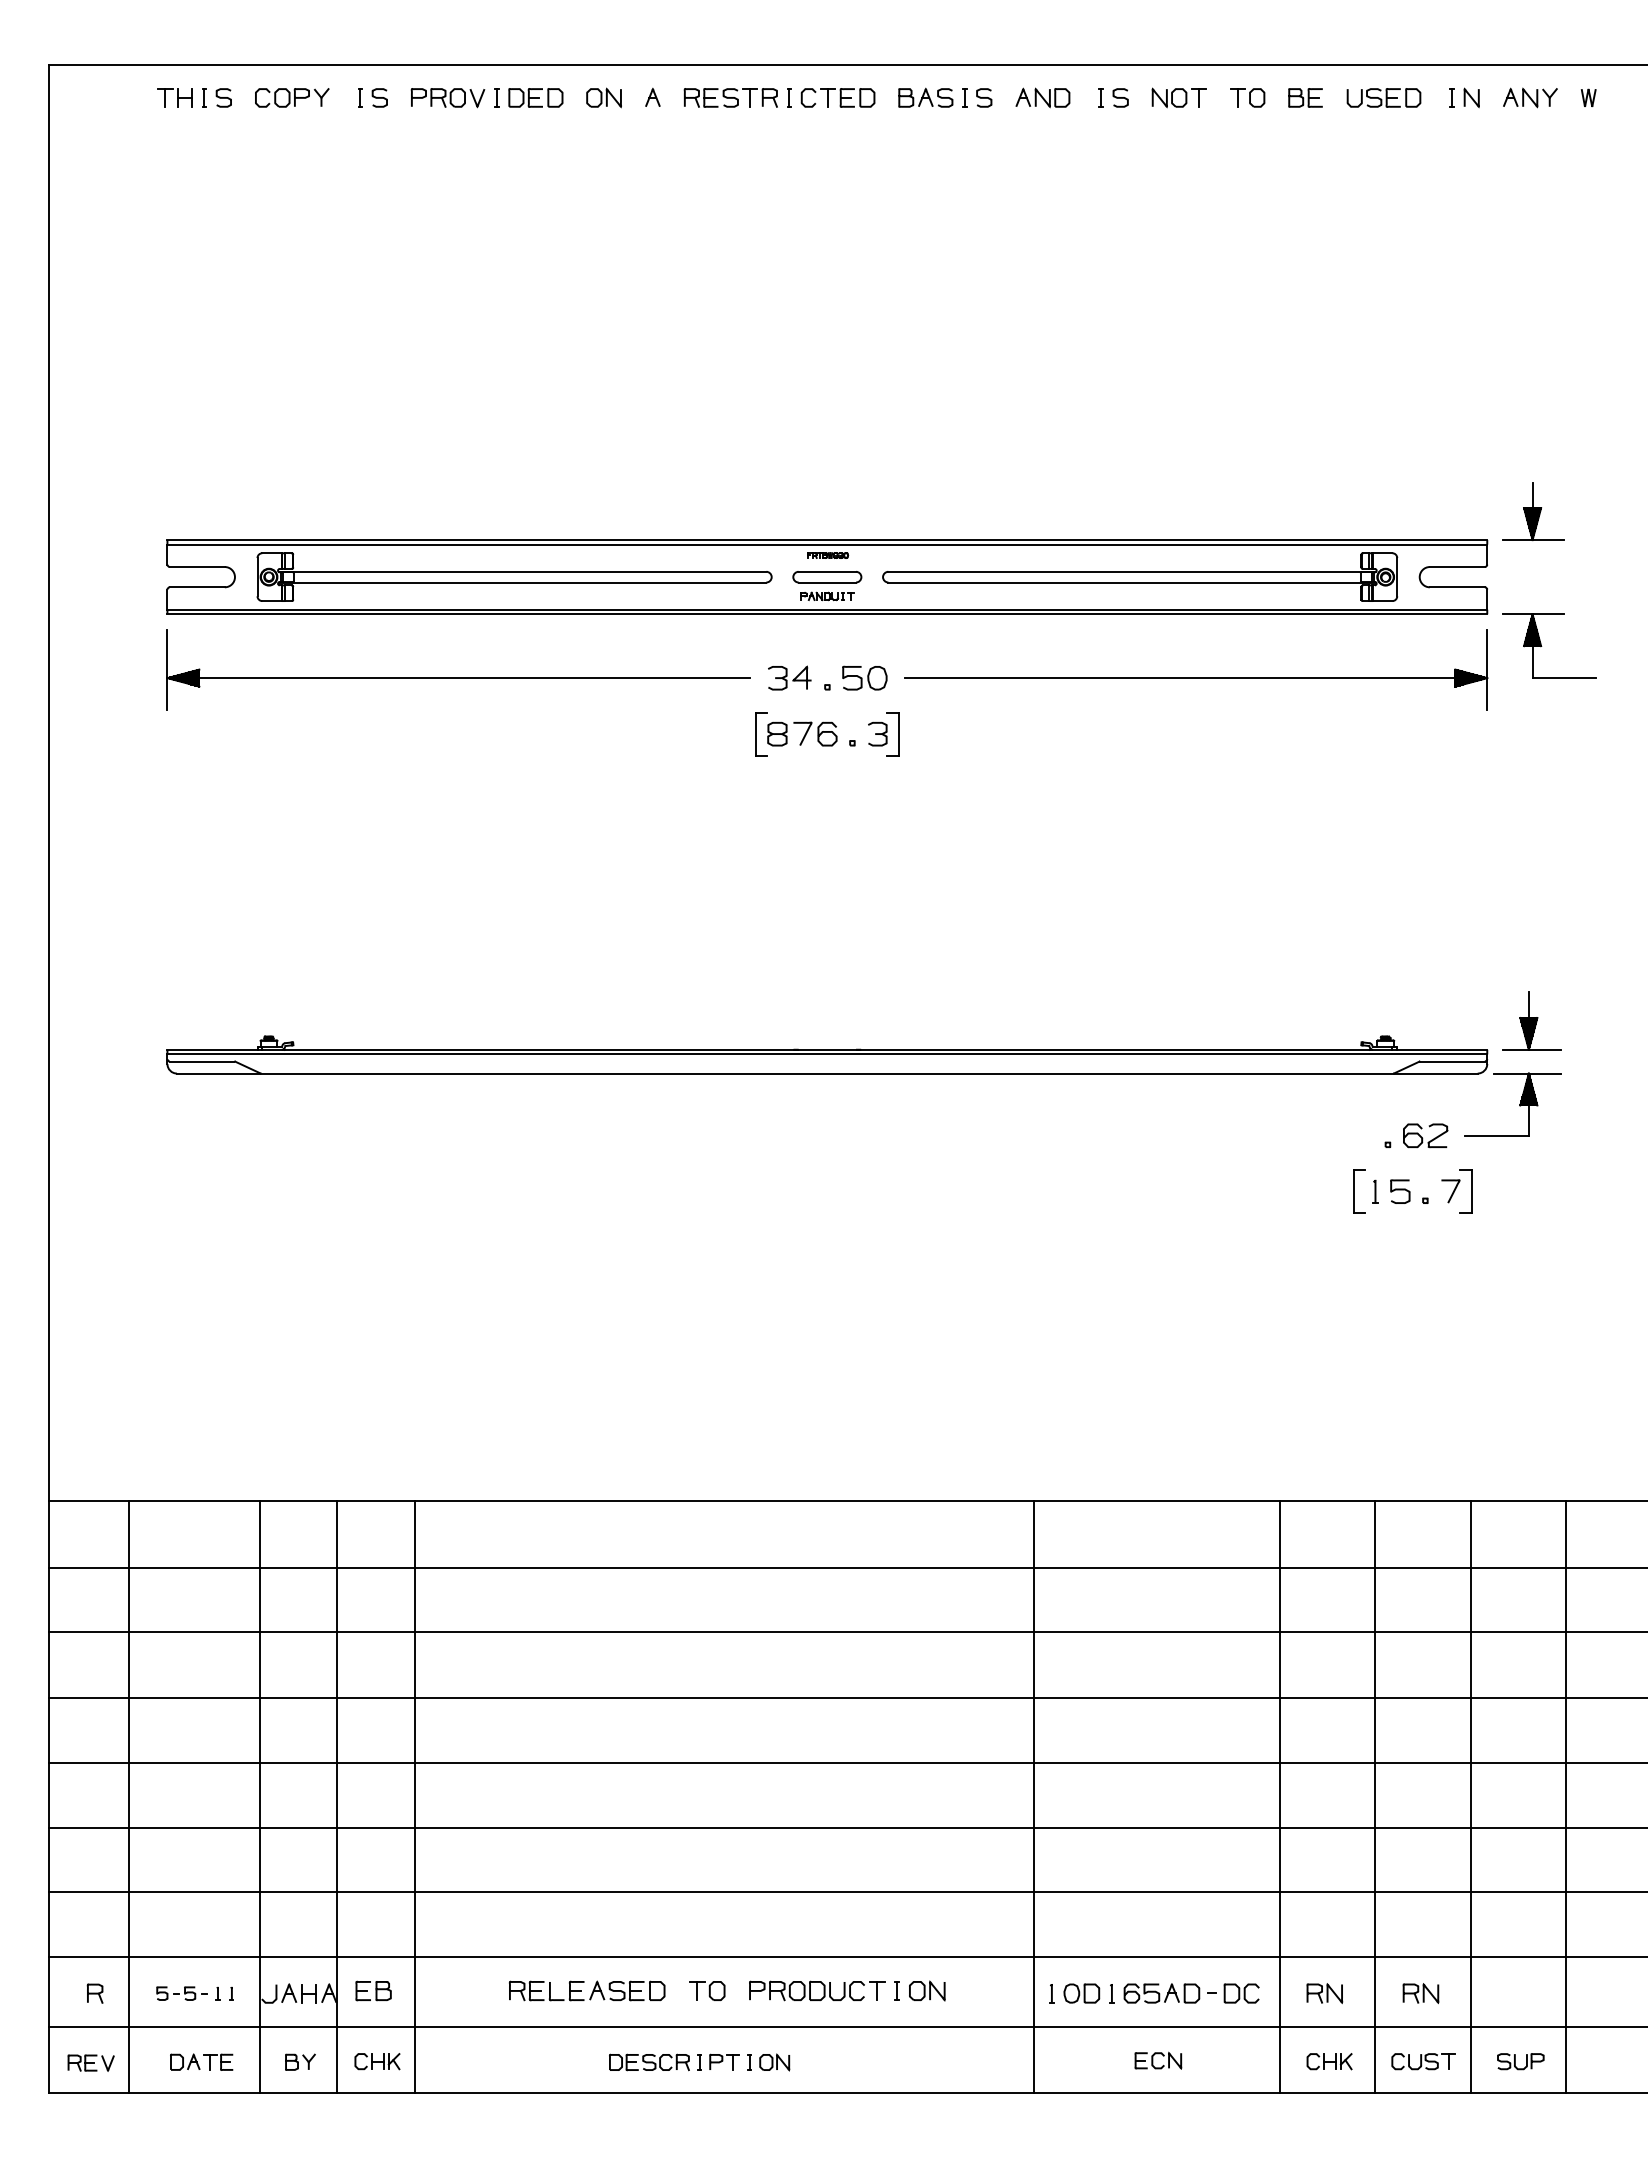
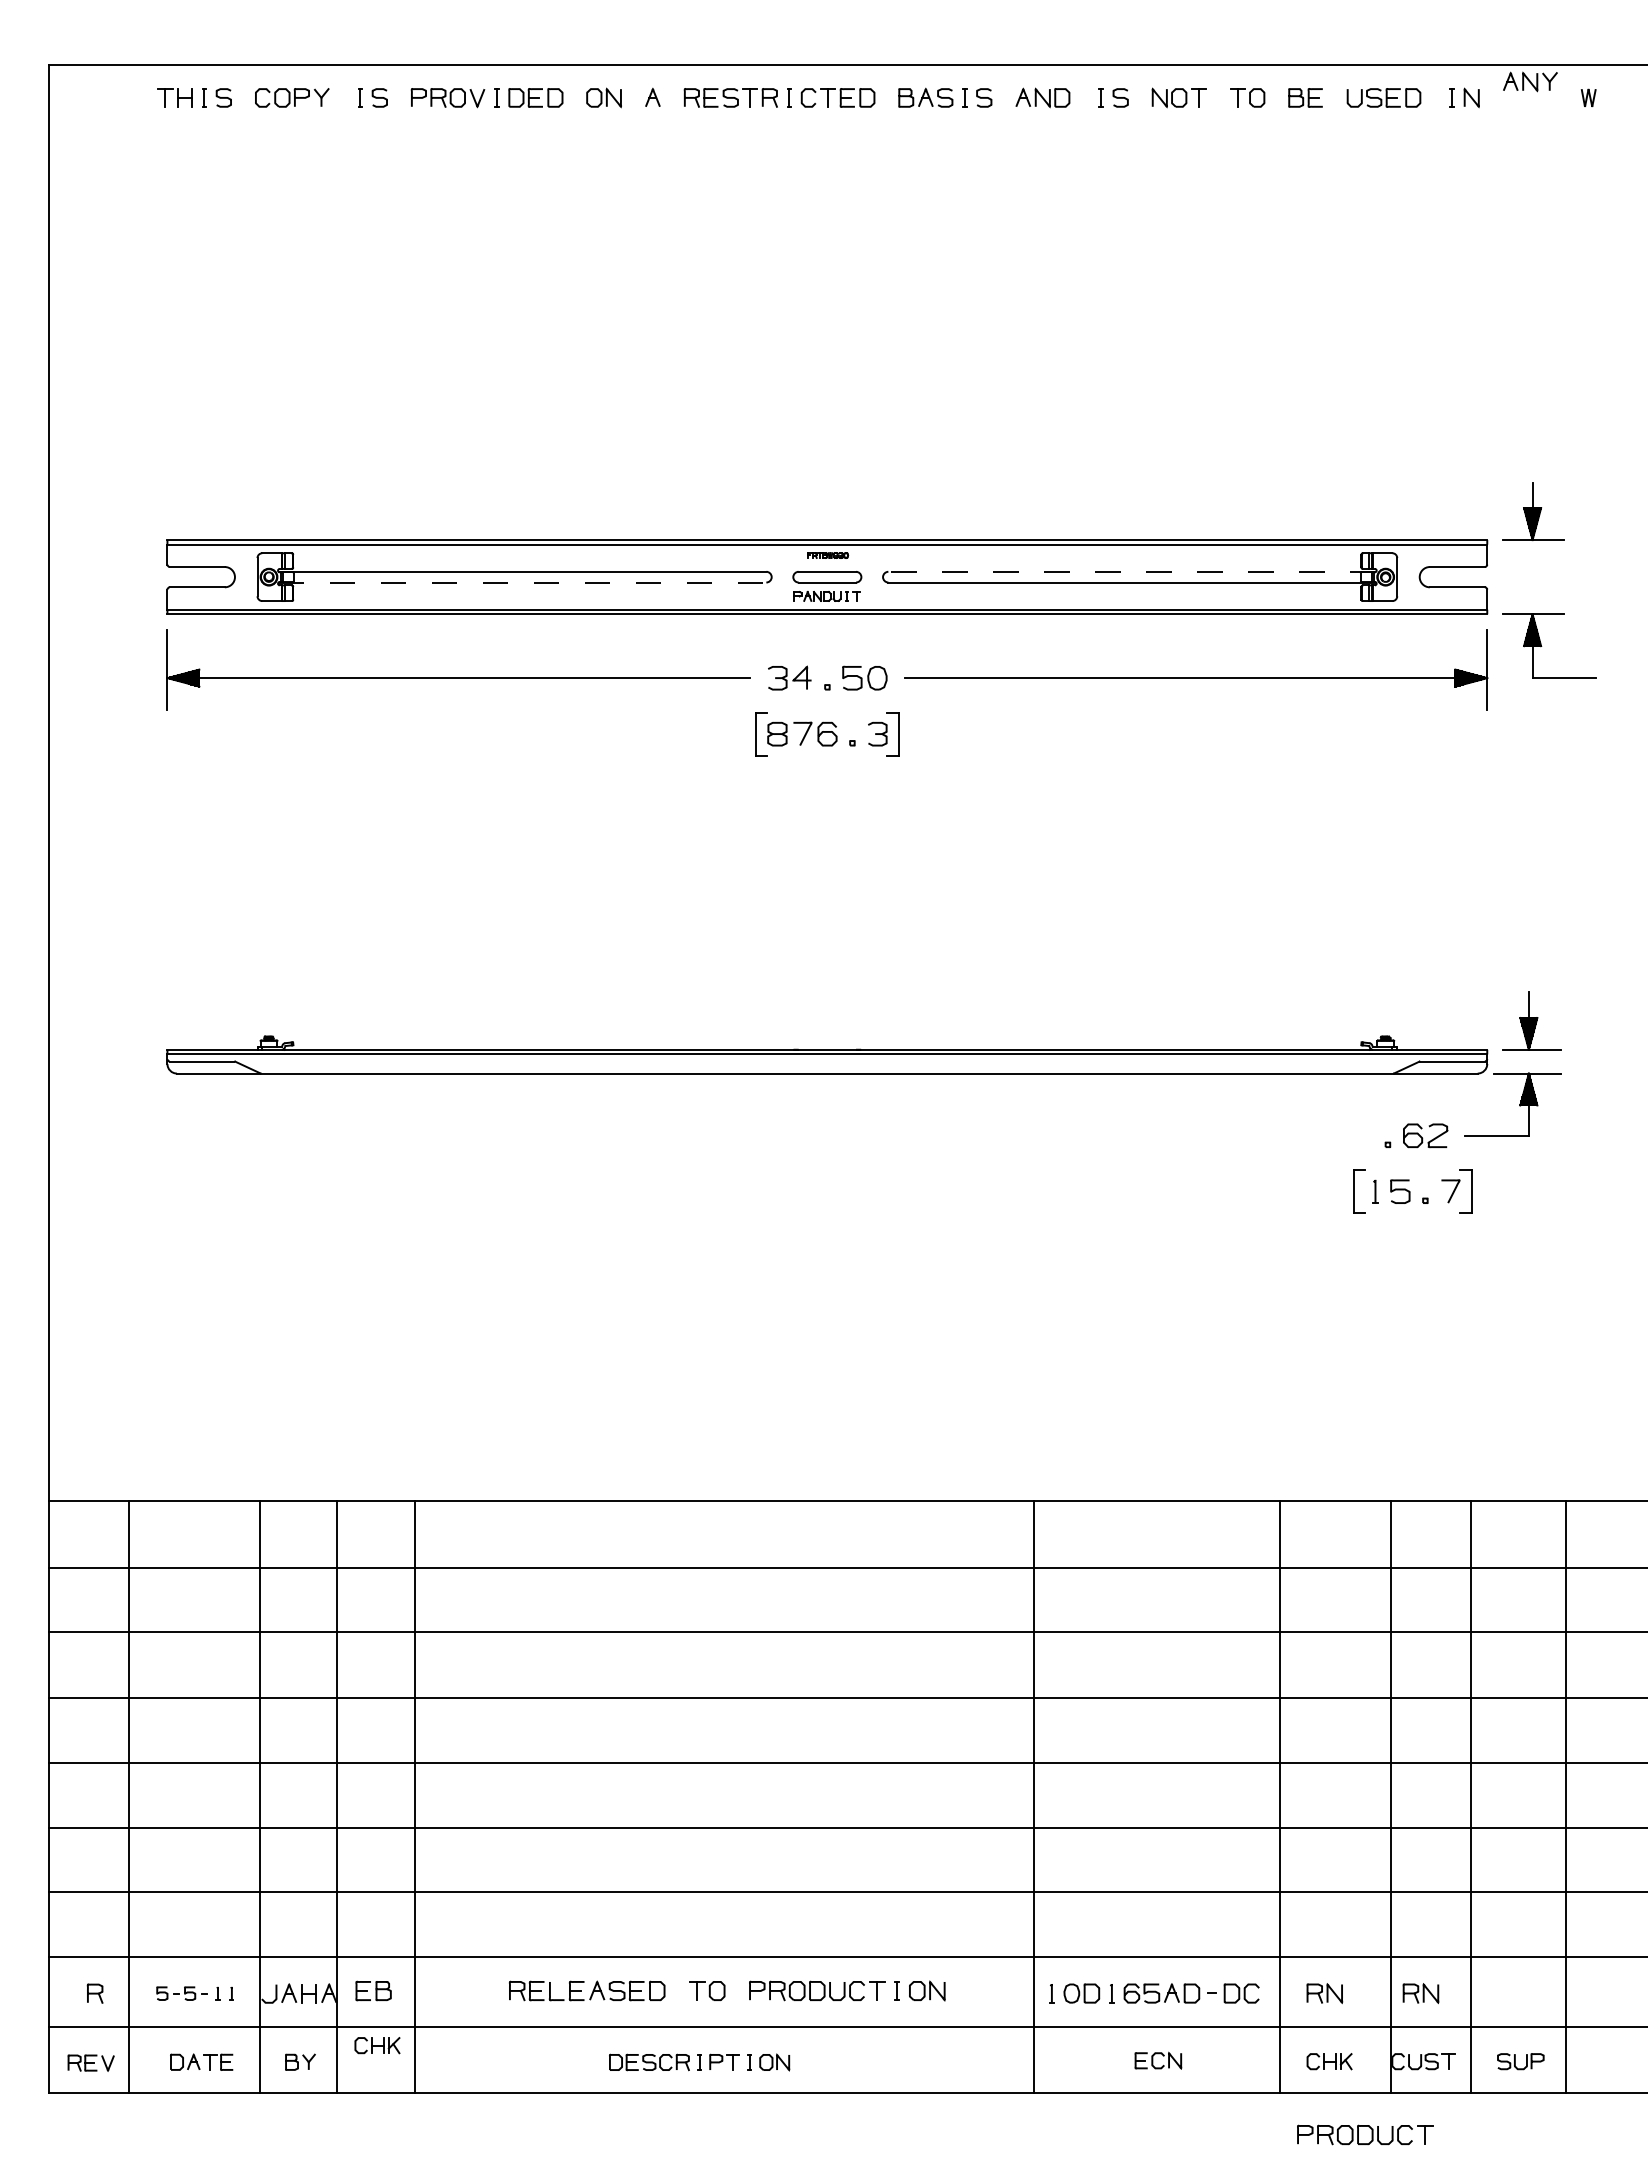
part at (1530, 97) position: (1530, 97) -> (1530, 81)
line at (1132, 571): solid -> dashed
line at (522, 582): solid -> dashed
part at (827, 596) size: 55x11 px -> 68x11 px
line at (1375, 1796) position: (1375, 1796) -> (1391, 1796)
part at (377, 2061) position: (377, 2061) -> (377, 2045)
part at (1365, 2134): none -> present
